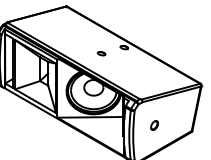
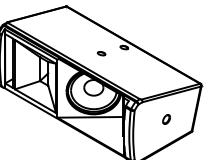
part at (154, 125) position: (154, 125) -> (166, 119)
